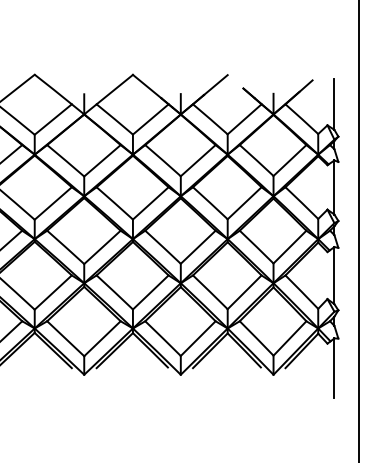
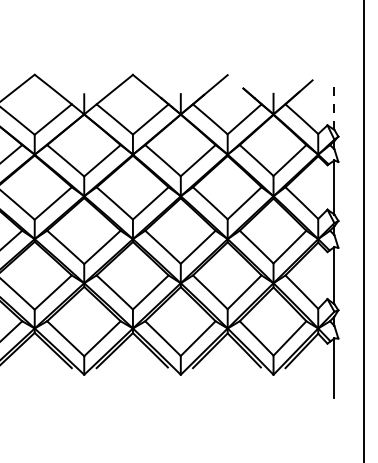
line at (334, 104): solid -> dashed
line at (359, 230) position: (359, 230) -> (364, 230)
